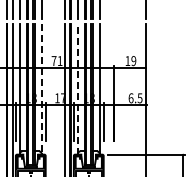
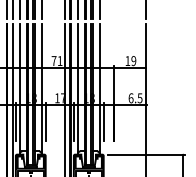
line at (78, 88): dashed -> solid
line at (41, 89): dashed -> solid
